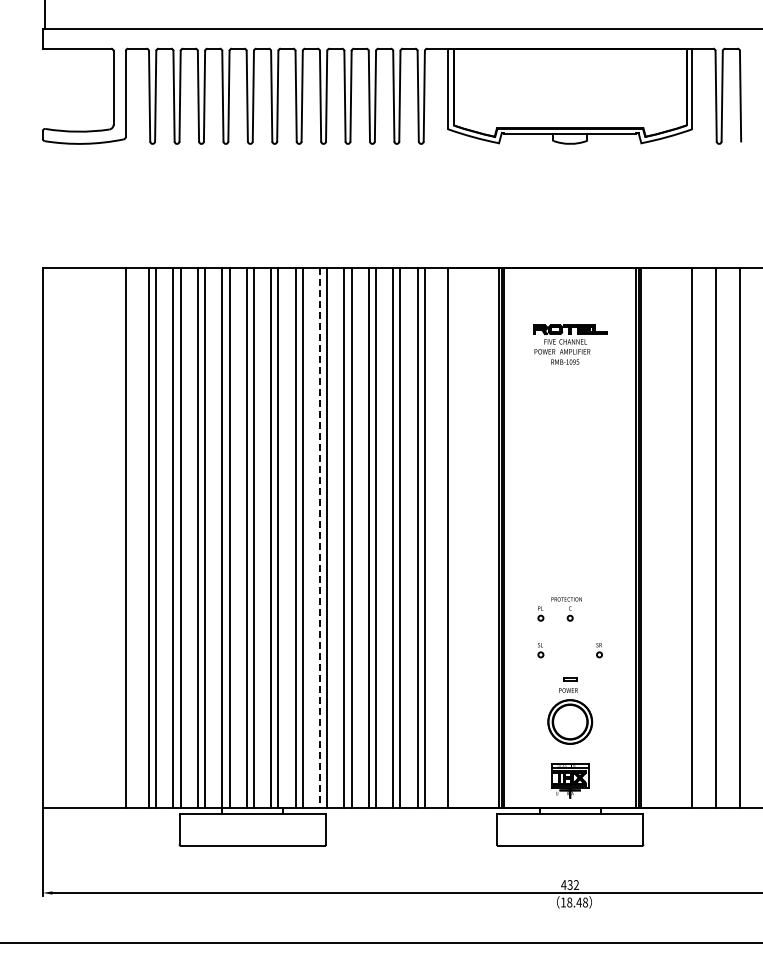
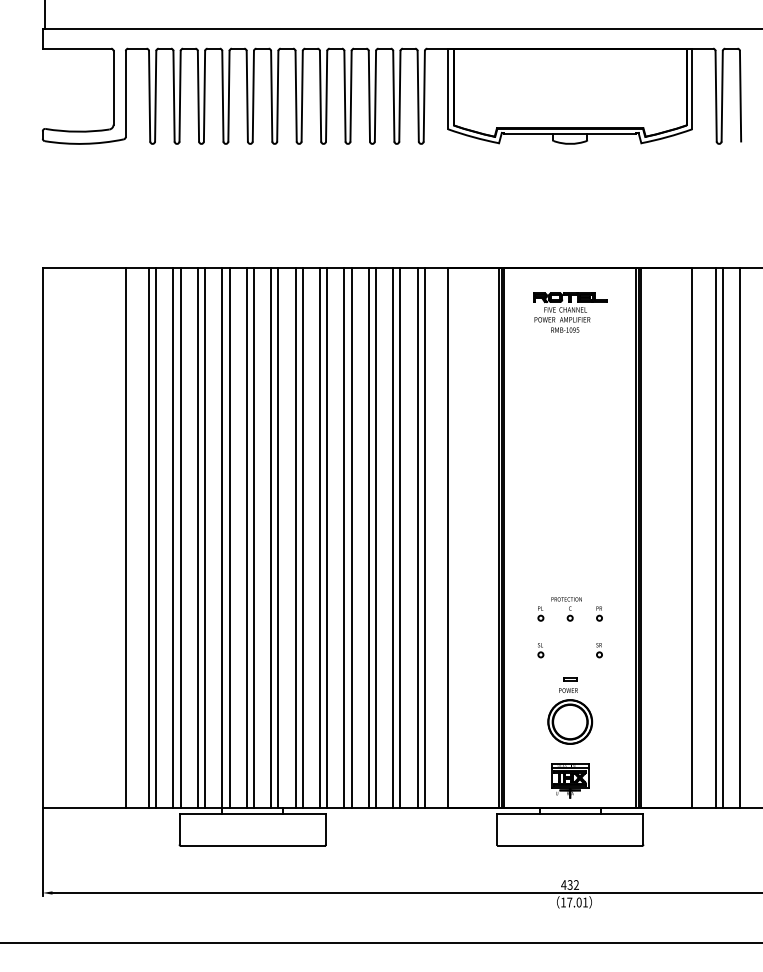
part at (570, 344) position: (570, 344) -> (570, 312)
line at (319, 537): dashed -> solid
line at (722, 537): none -> present
part at (599, 613): none -> present
text at (577, 902): 18.48 -> 17.01
